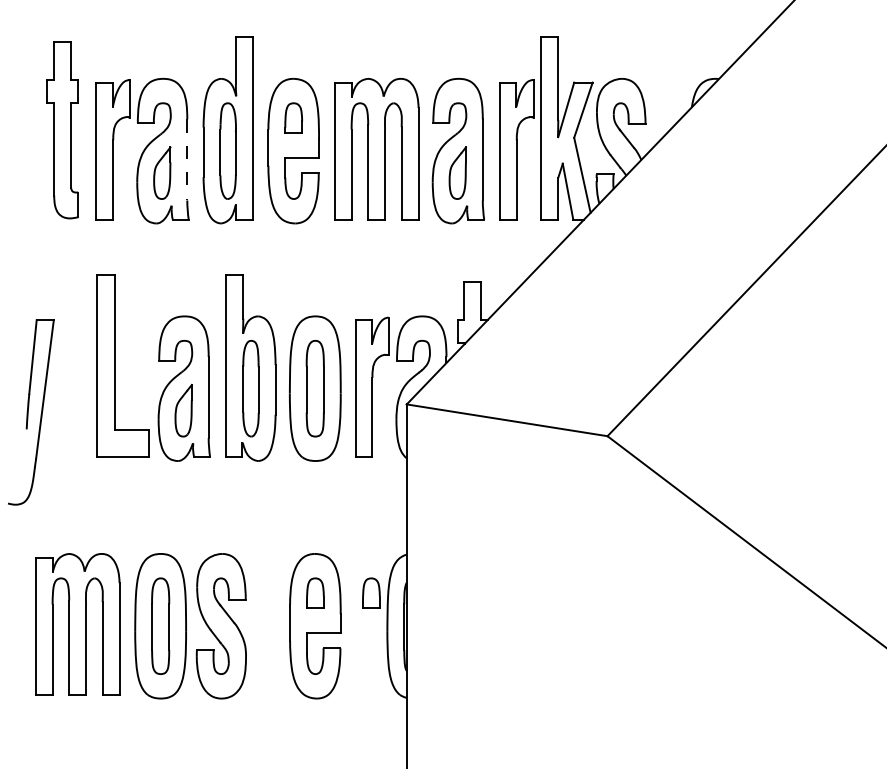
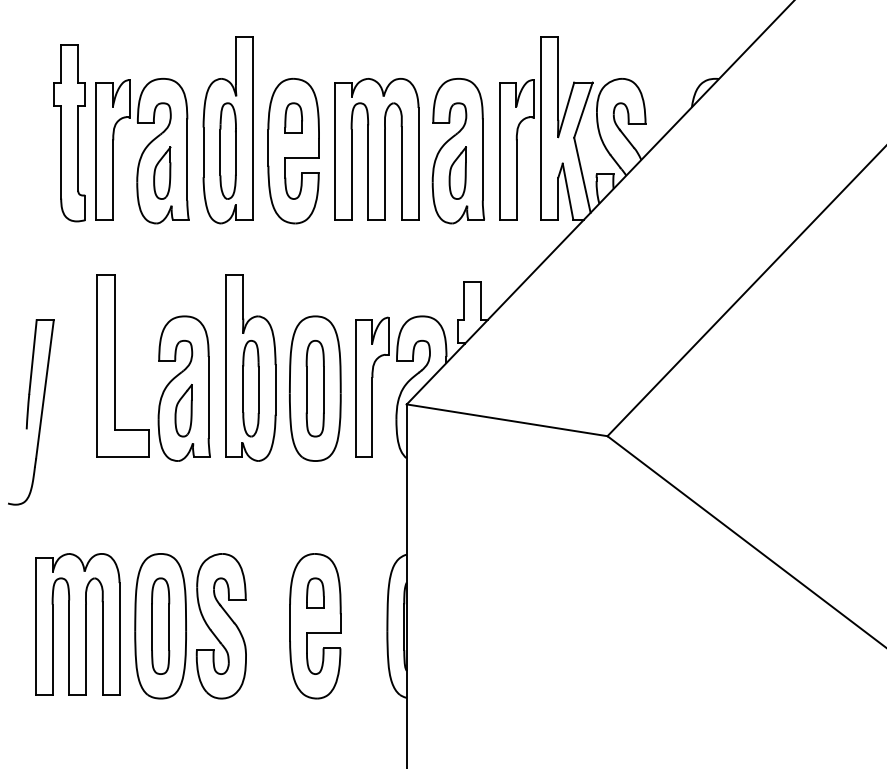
part at (62, 130) position: (62, 130) -> (69, 133)
line at (187, 159): dashed -> solid
part at (371, 592): present -> none
